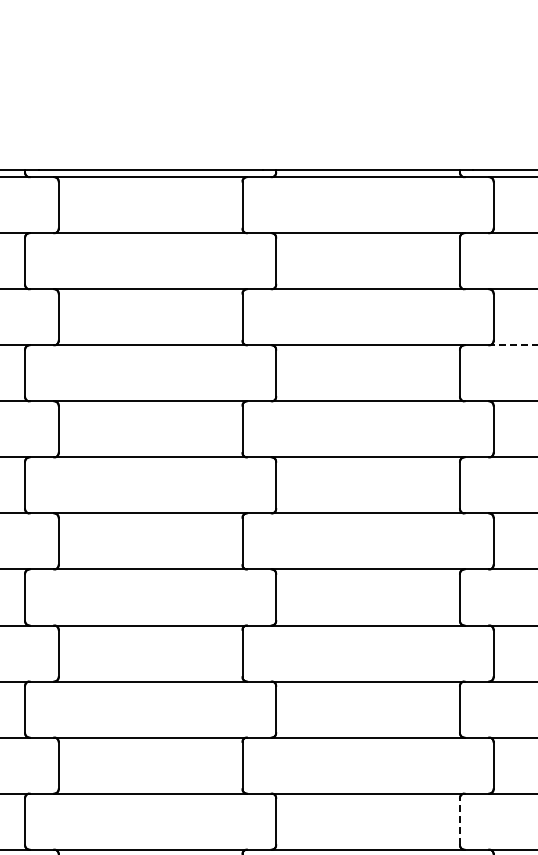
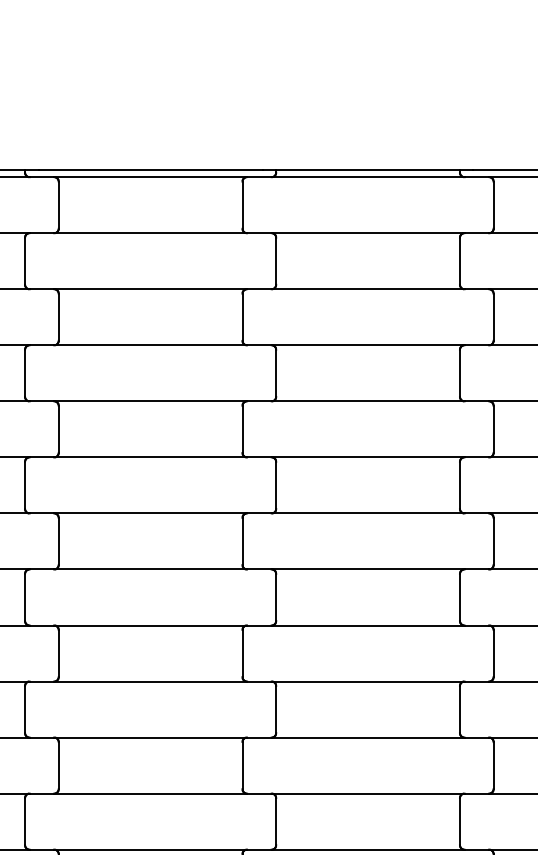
line at (513, 345): dashed -> solid
line at (459, 821): dashed -> solid
